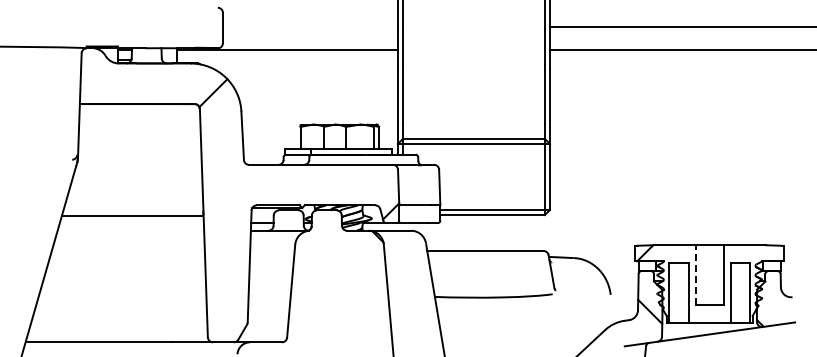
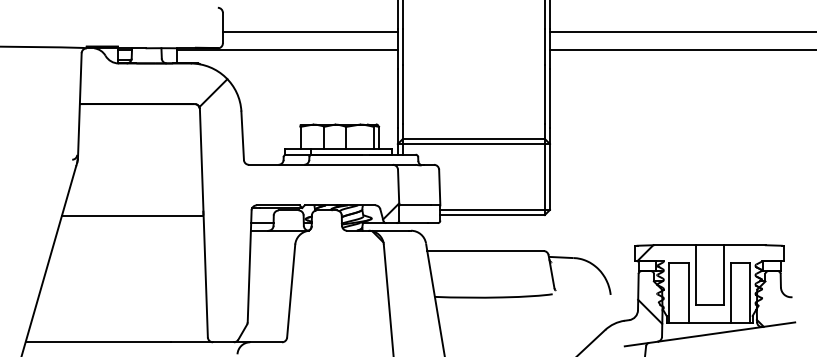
line at (681, 27) position: (681, 27) -> (681, 32)
line at (309, 32): none -> present
line at (695, 274): dashed -> solid
